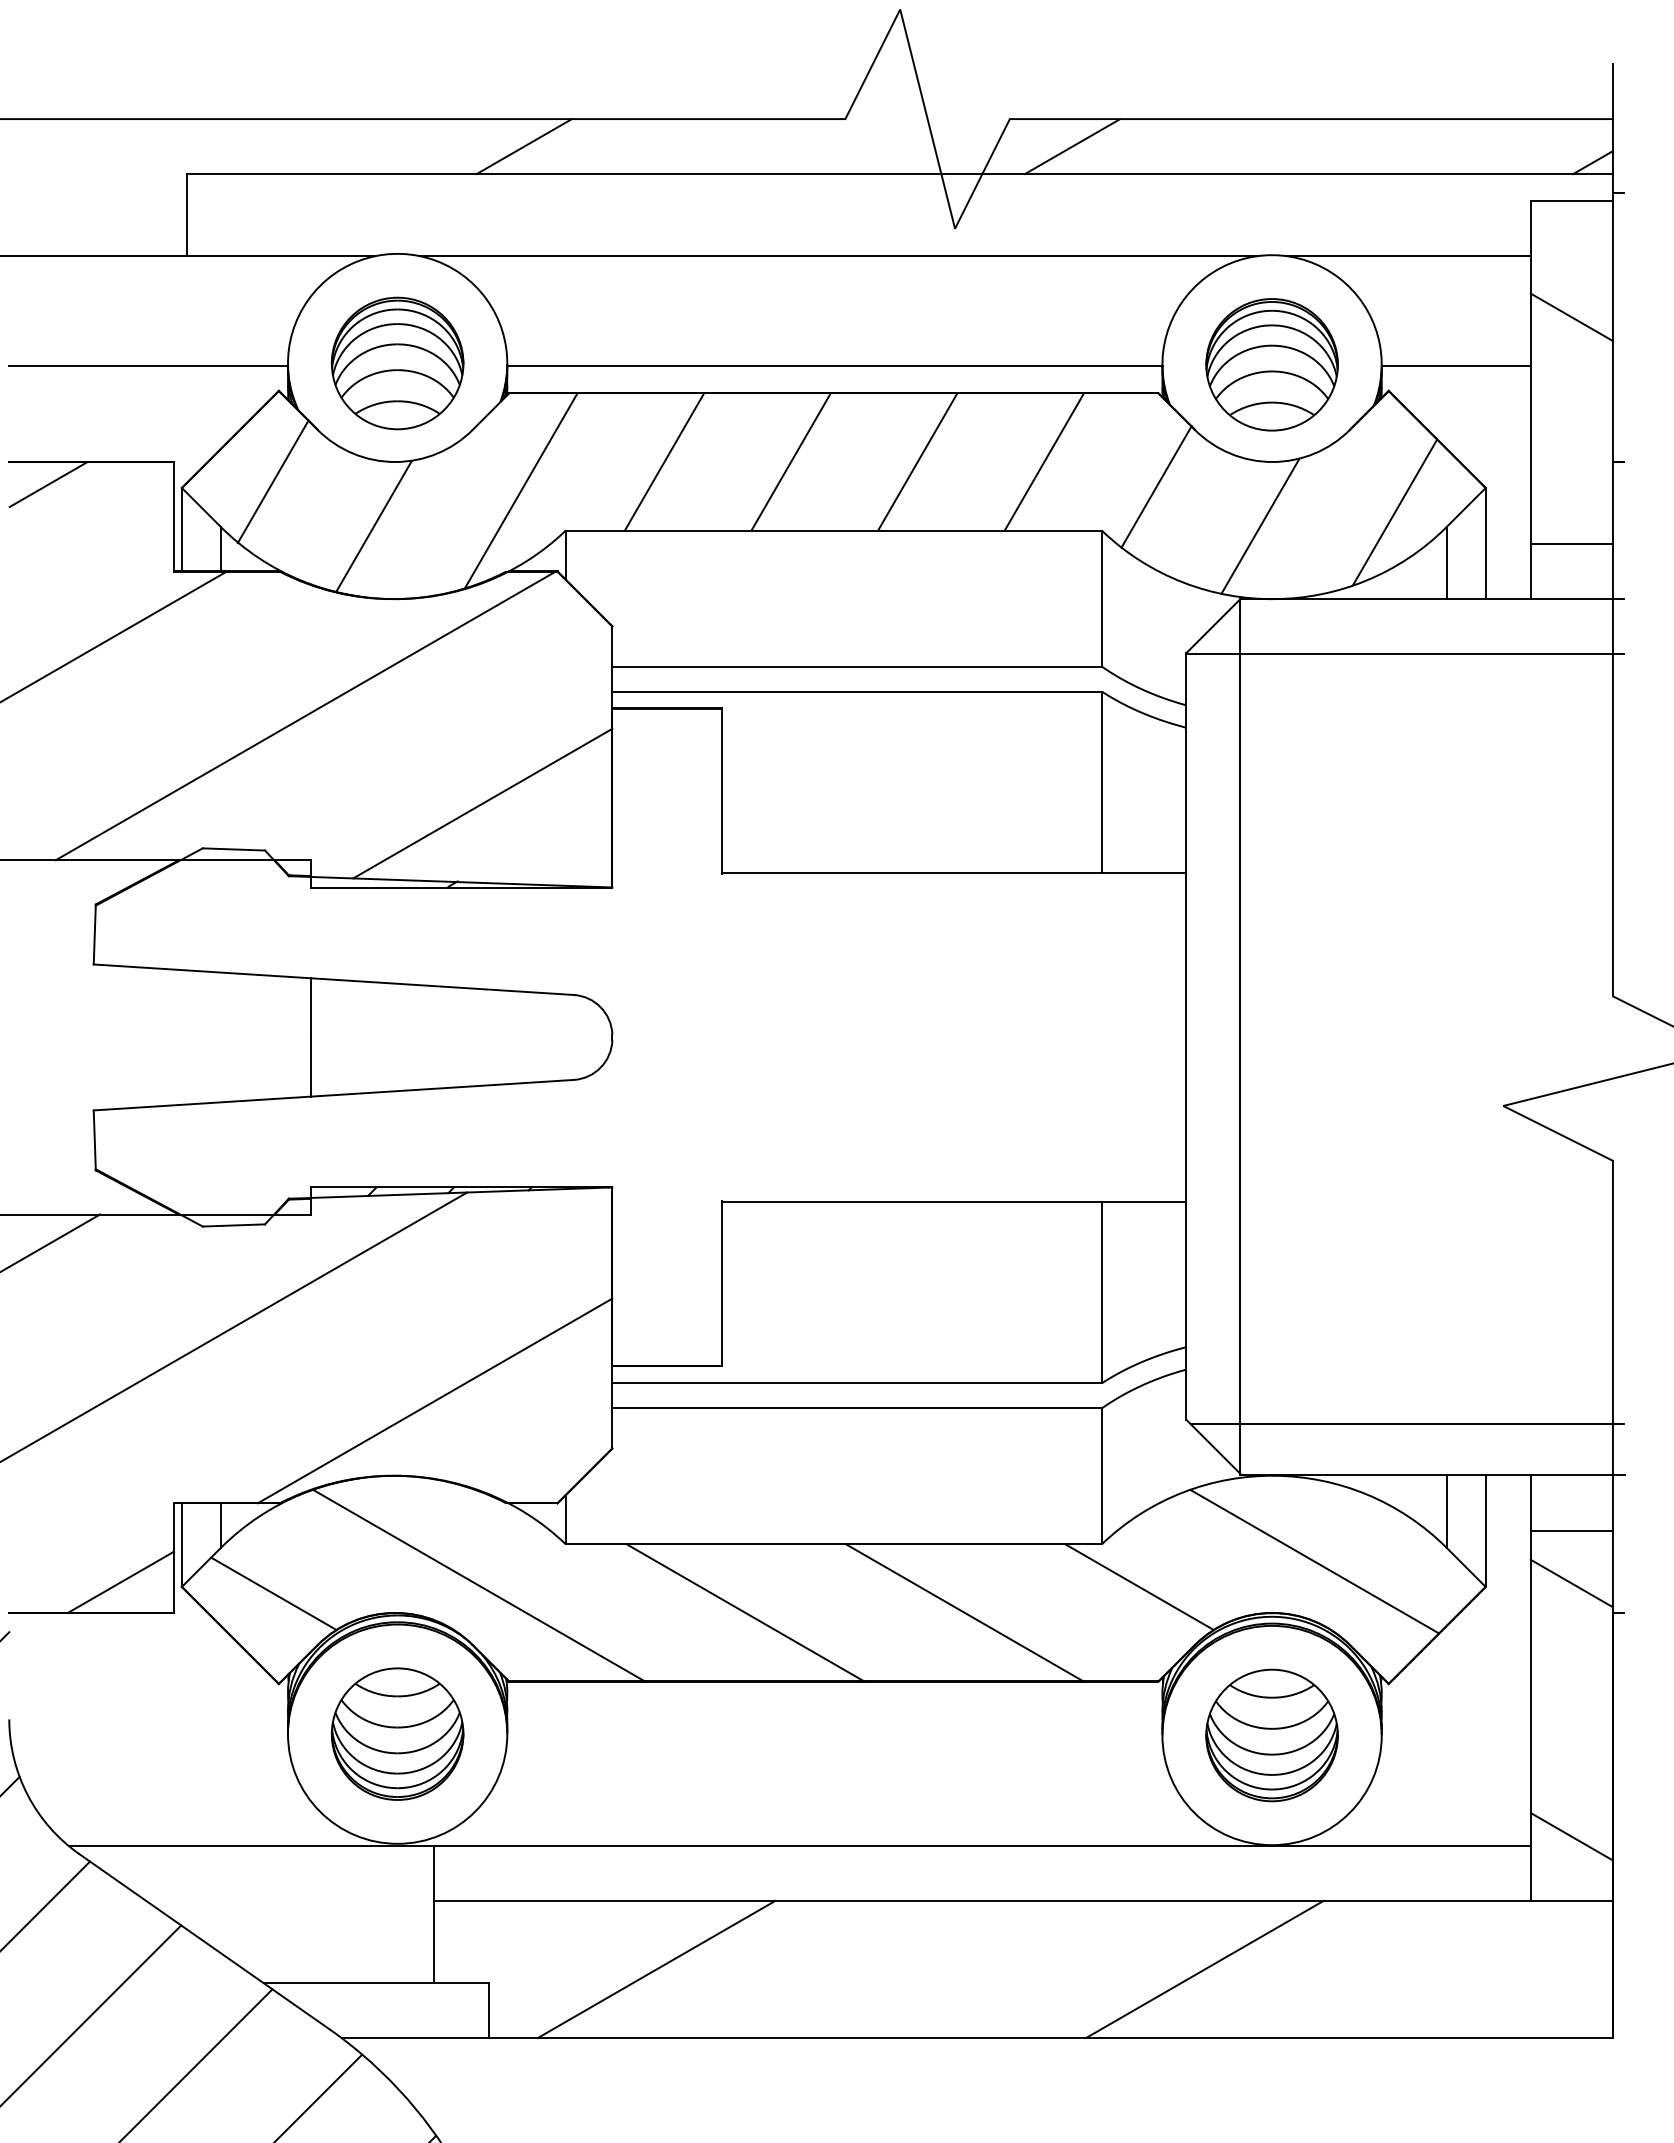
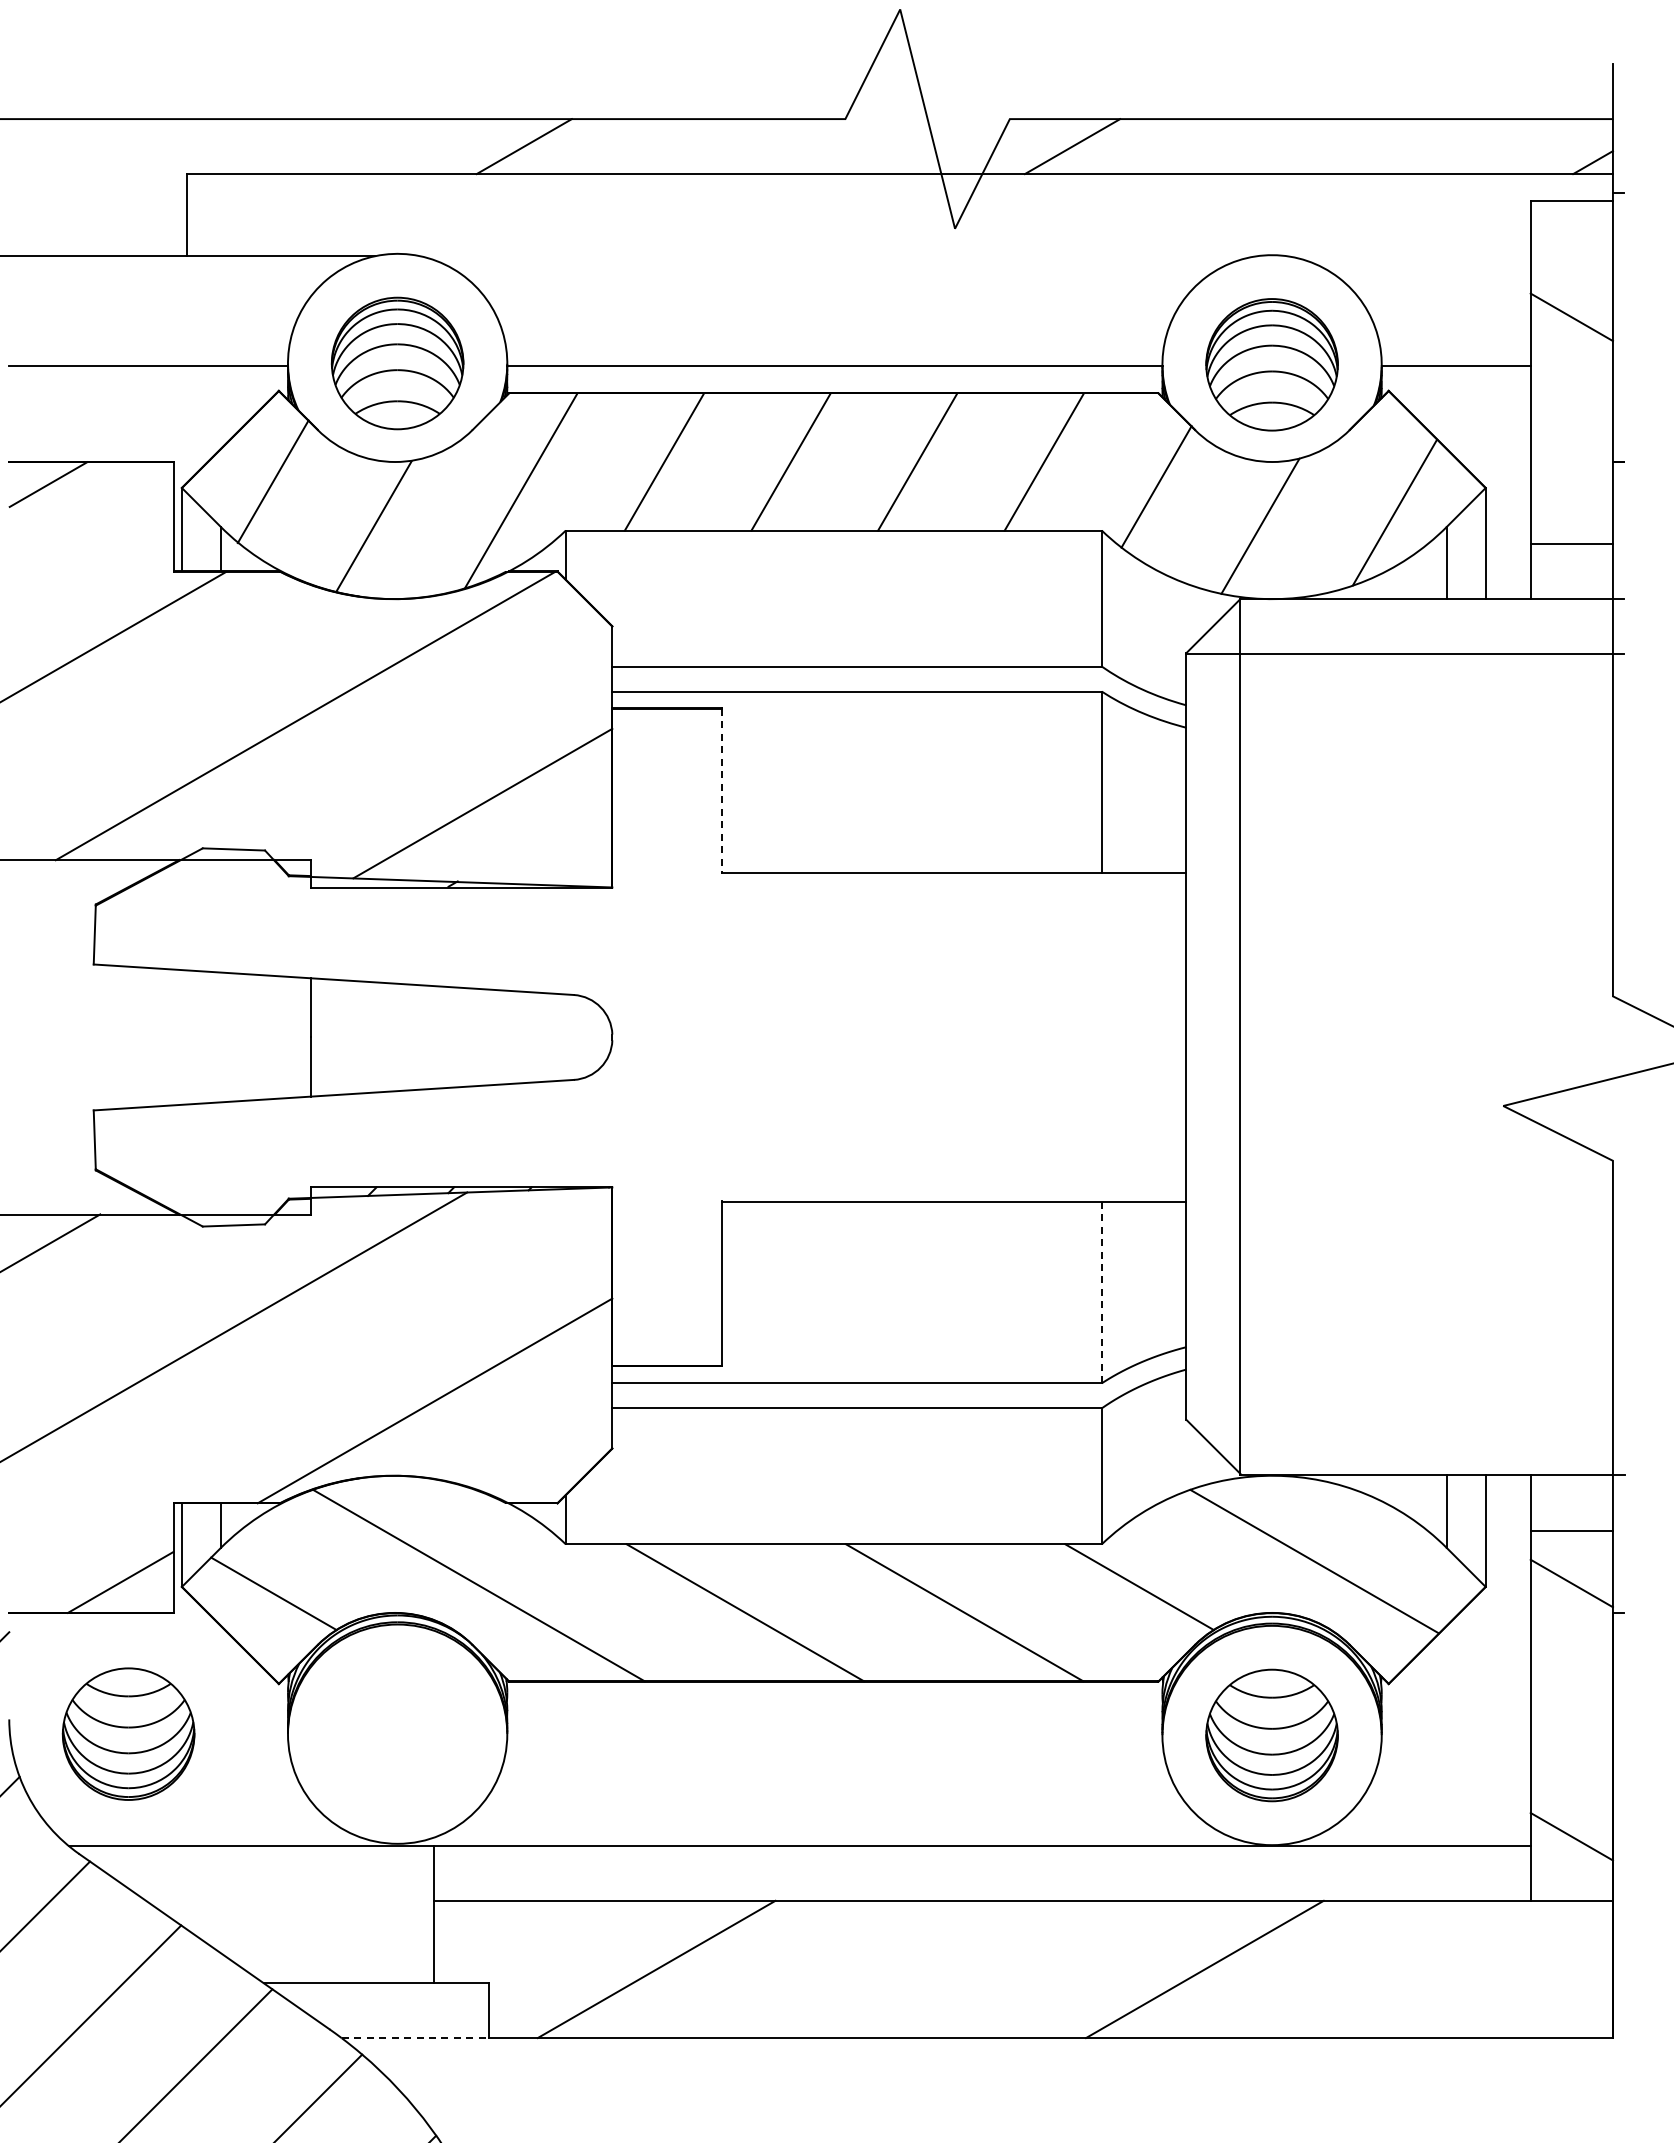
line at (838, 256): present -> none
line at (1408, 256): present -> none
line at (722, 791): solid -> dashed
line at (1101, 1292): solid -> dashed
line at (1406, 1424): present -> none
part at (397, 1733) position: (397, 1733) -> (128, 1733)
line at (415, 2038): solid -> dashed
